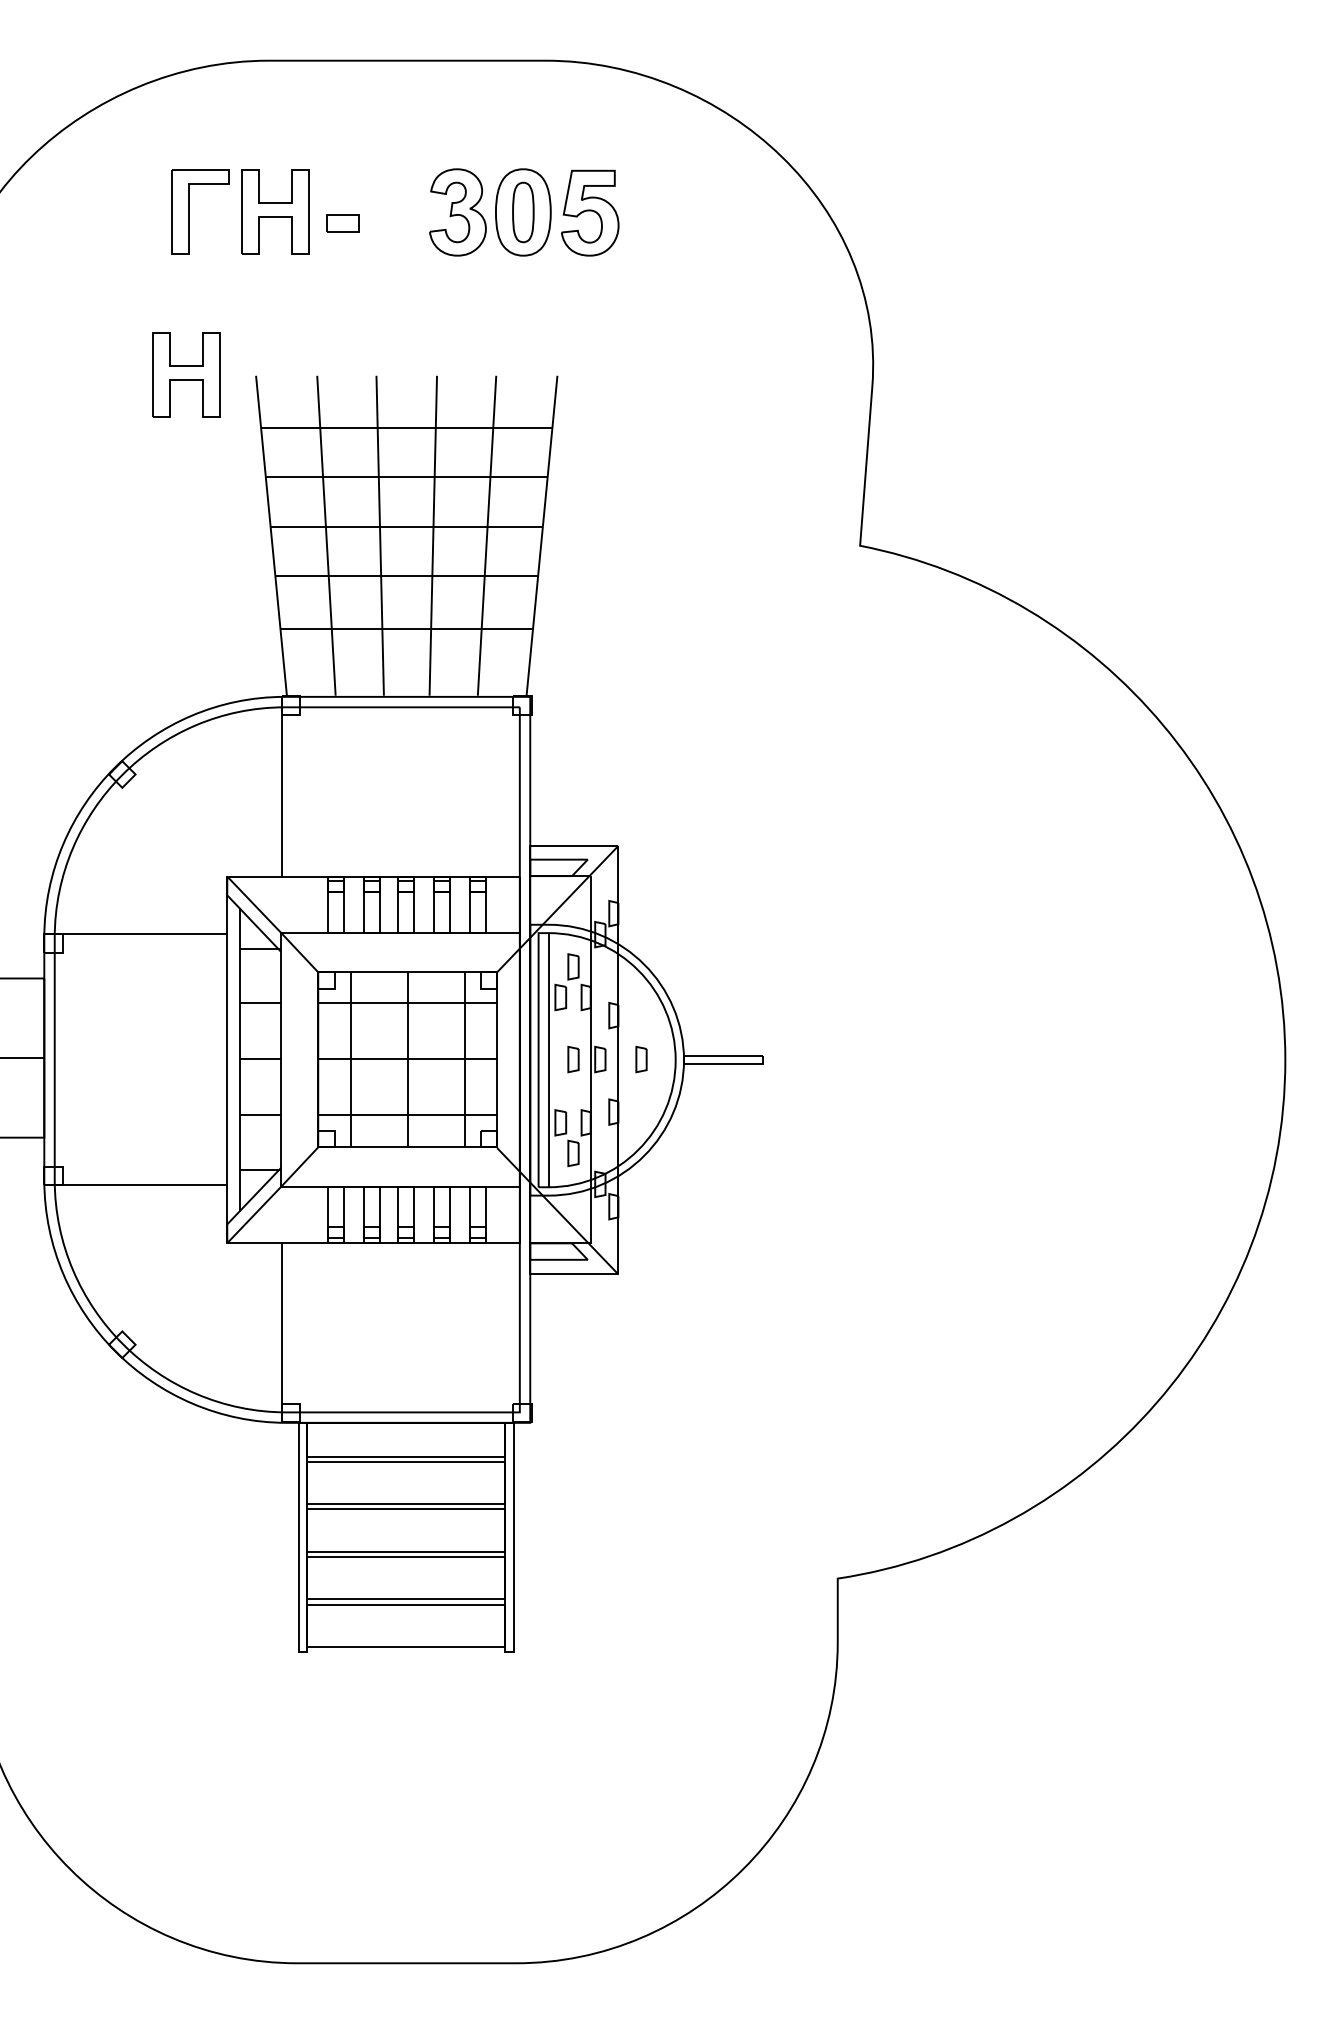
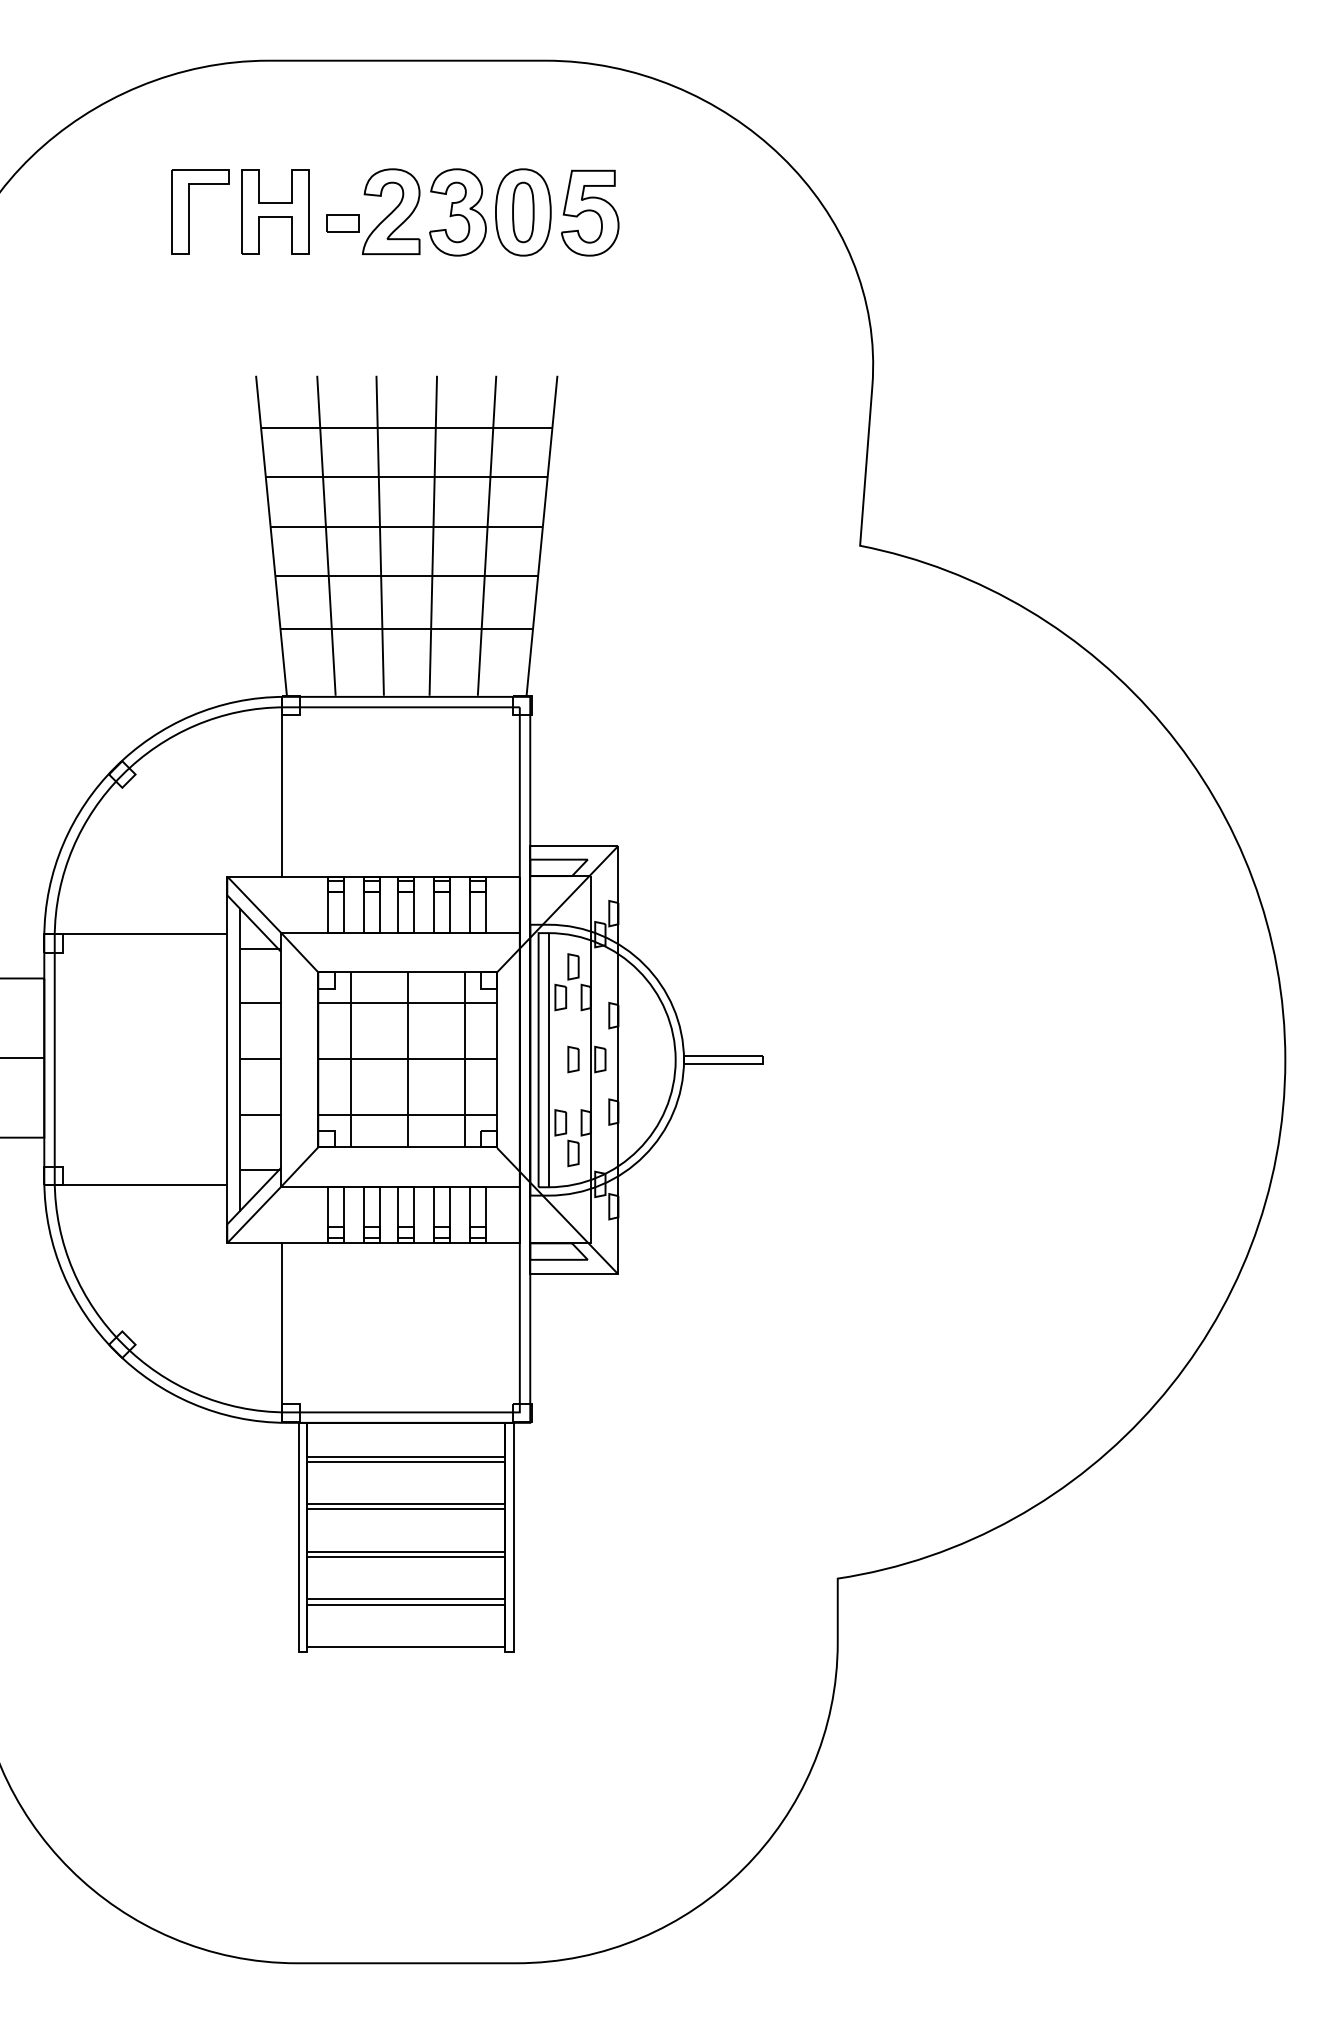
part at (390, 211): none -> present
part at (186, 374): present -> none
part at (641, 1059): present -> none
